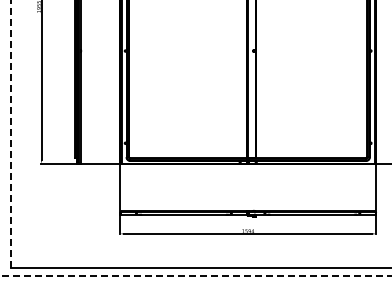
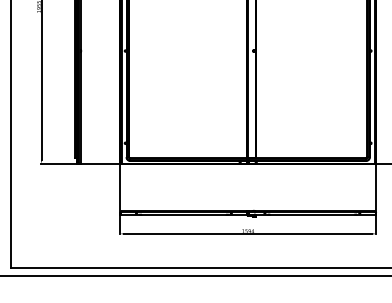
line at (10, 134): dashed -> solid
line at (196, 275): dashed -> solid
